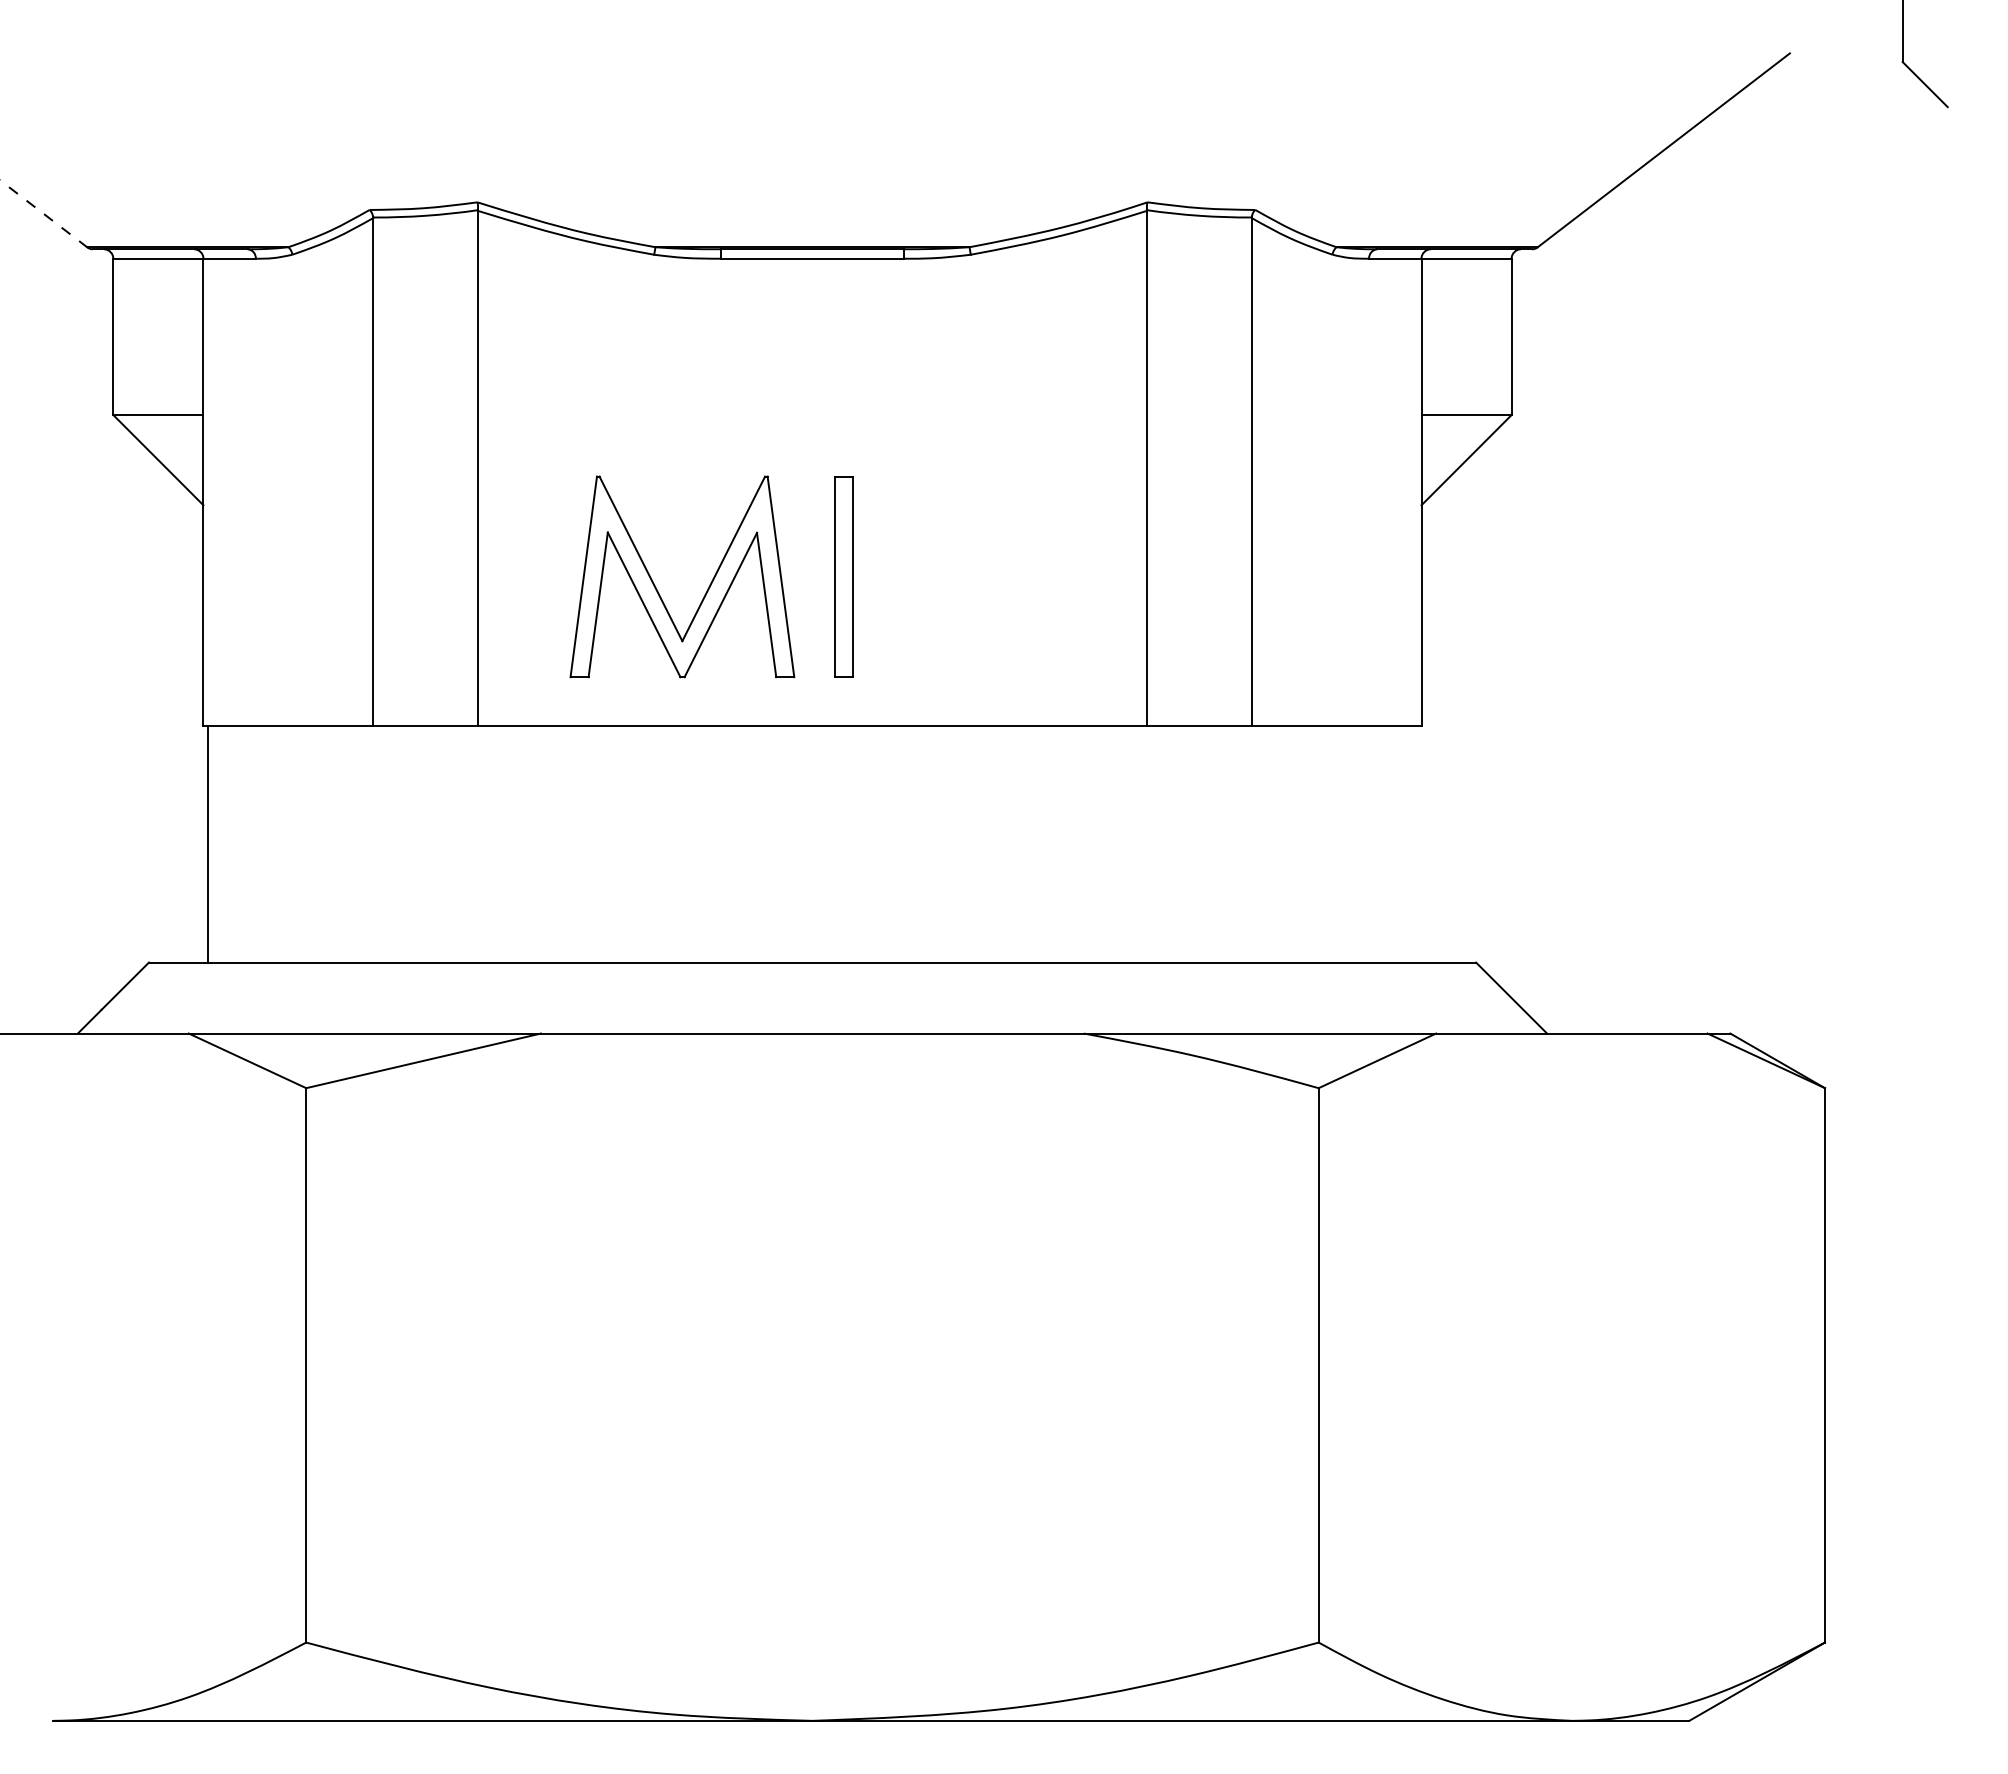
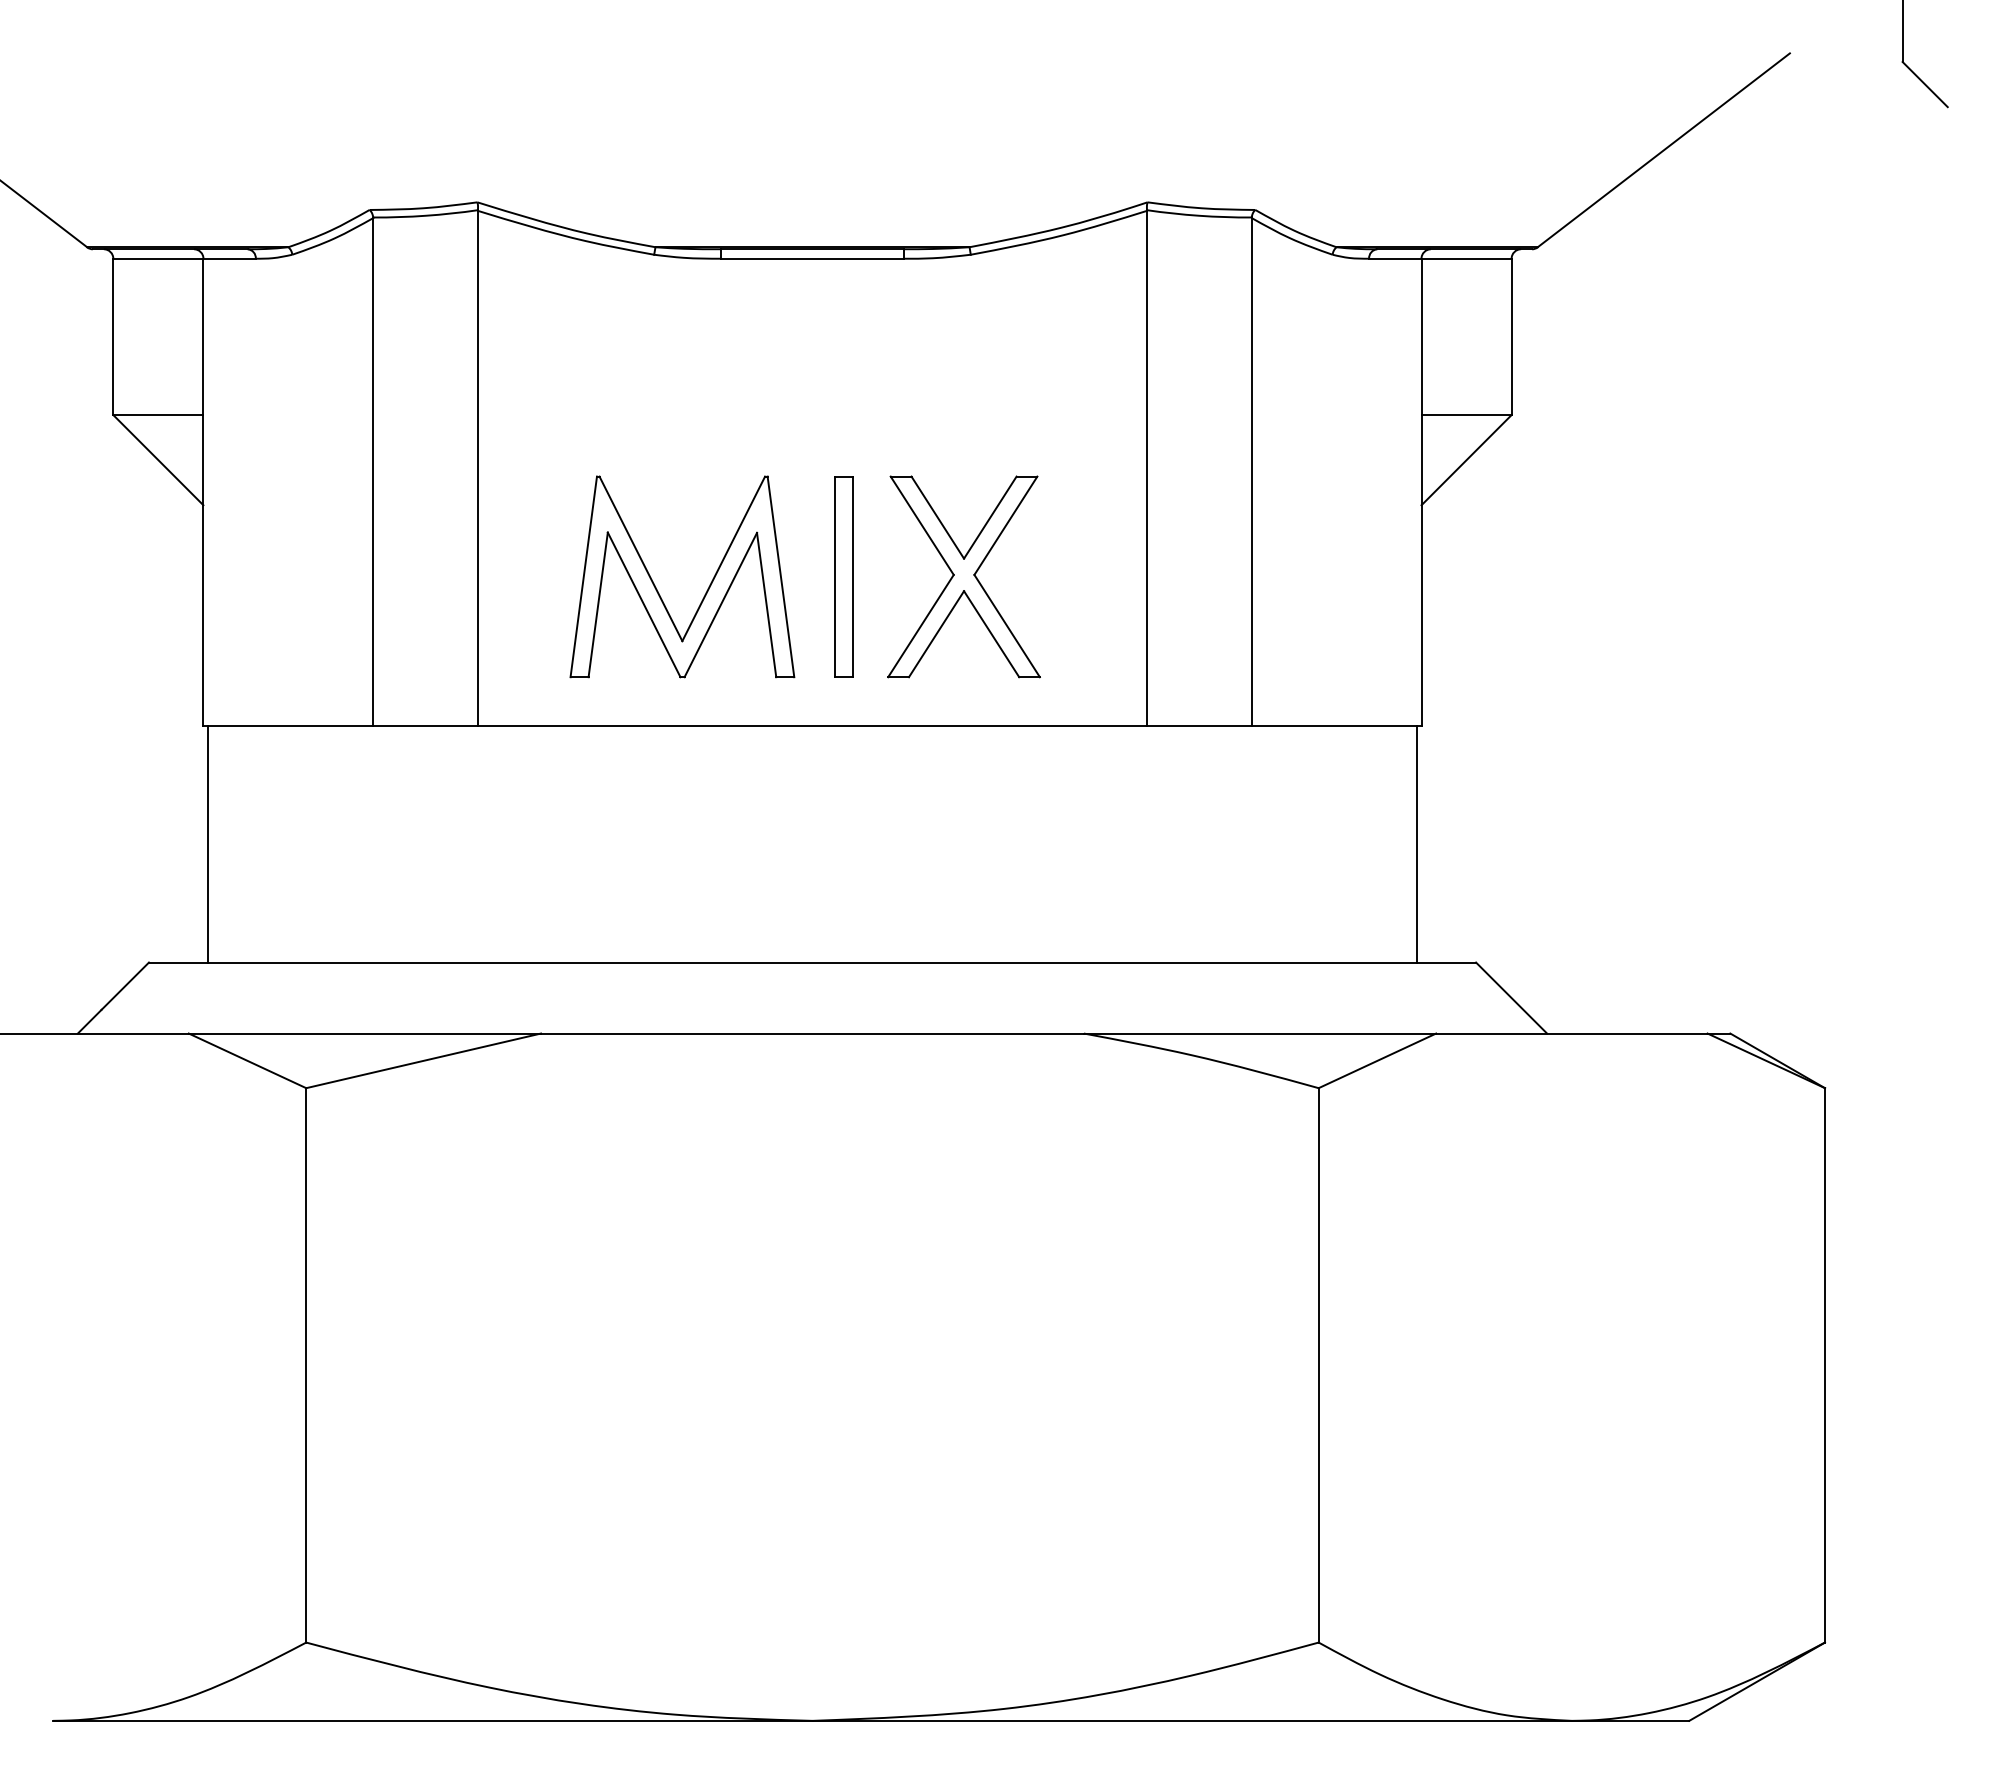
line at (43, 213): dashed -> solid
part at (963, 576): none -> present
line at (1416, 843): none -> present
